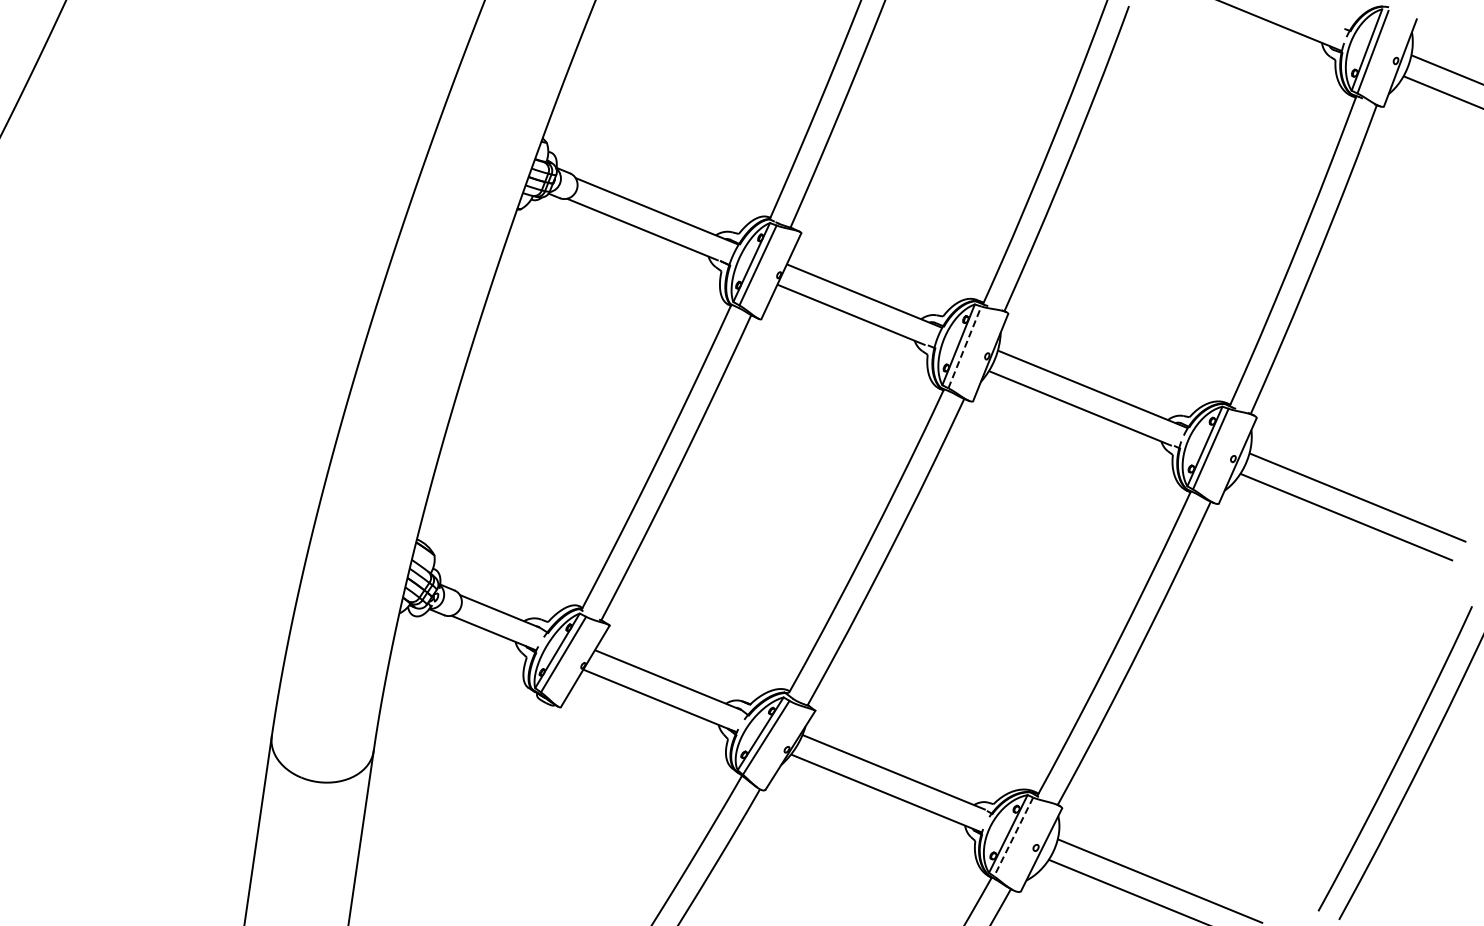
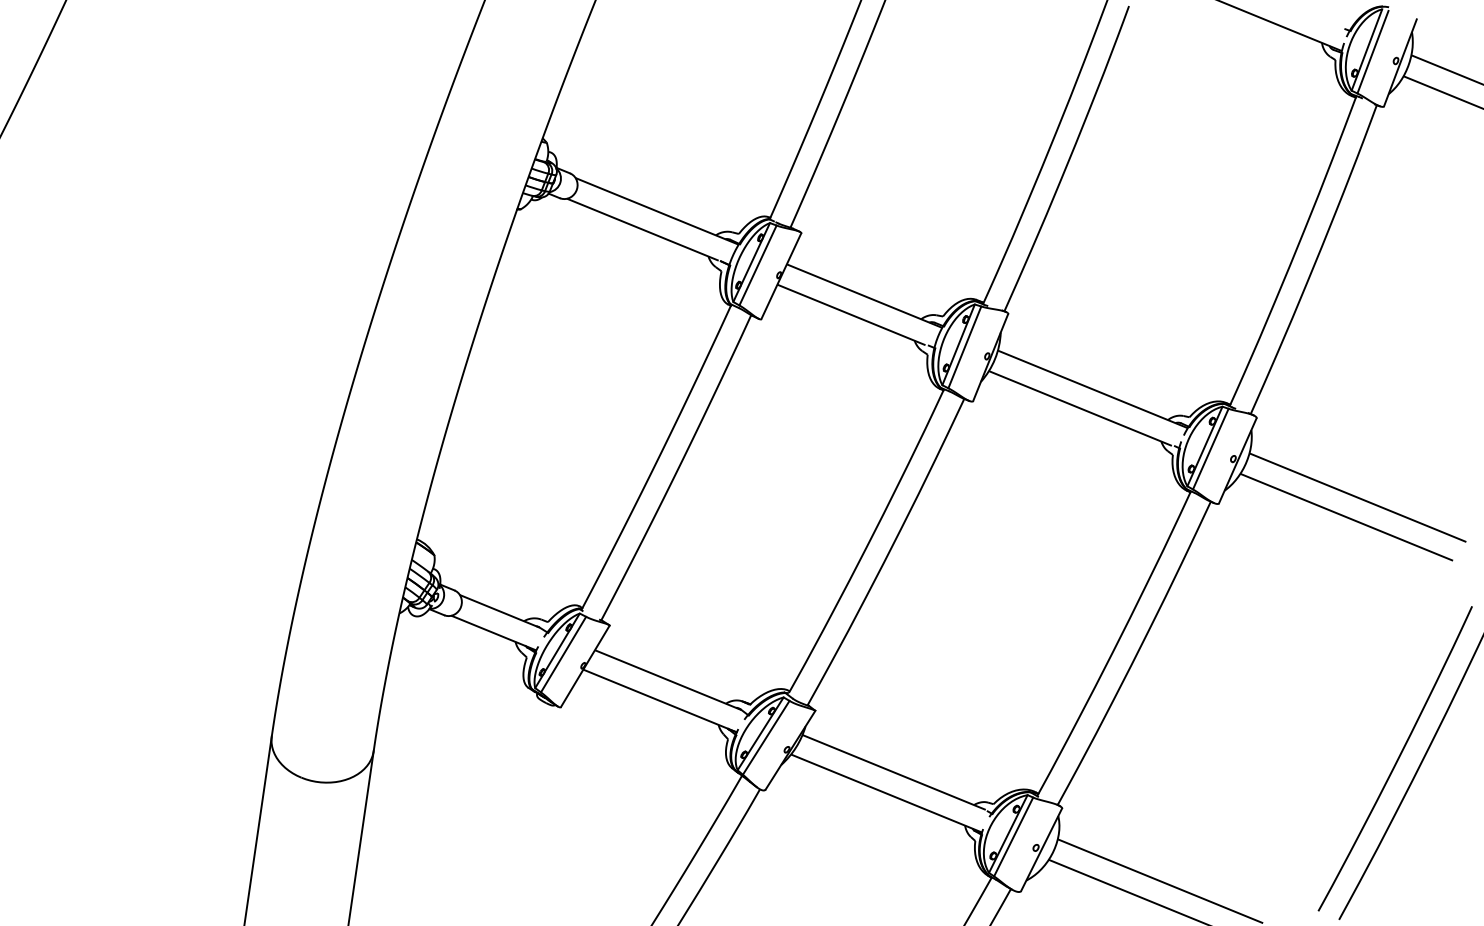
line at (965, 346): dashed -> solid
line at (1013, 837): dashed -> solid
